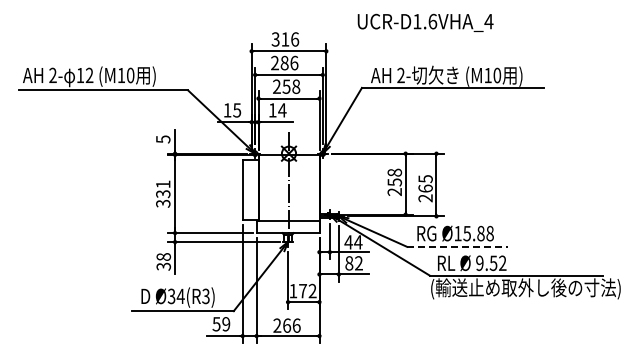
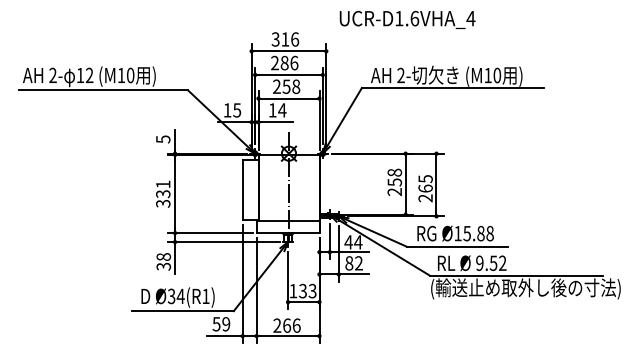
text at (425, 22) position: (425, 22) -> (407, 19)
line at (457, 246): dashed -> solid
text at (307, 290): 172 -> 133
text at (205, 296): Ø34(R3) -> Ø34(R1)
